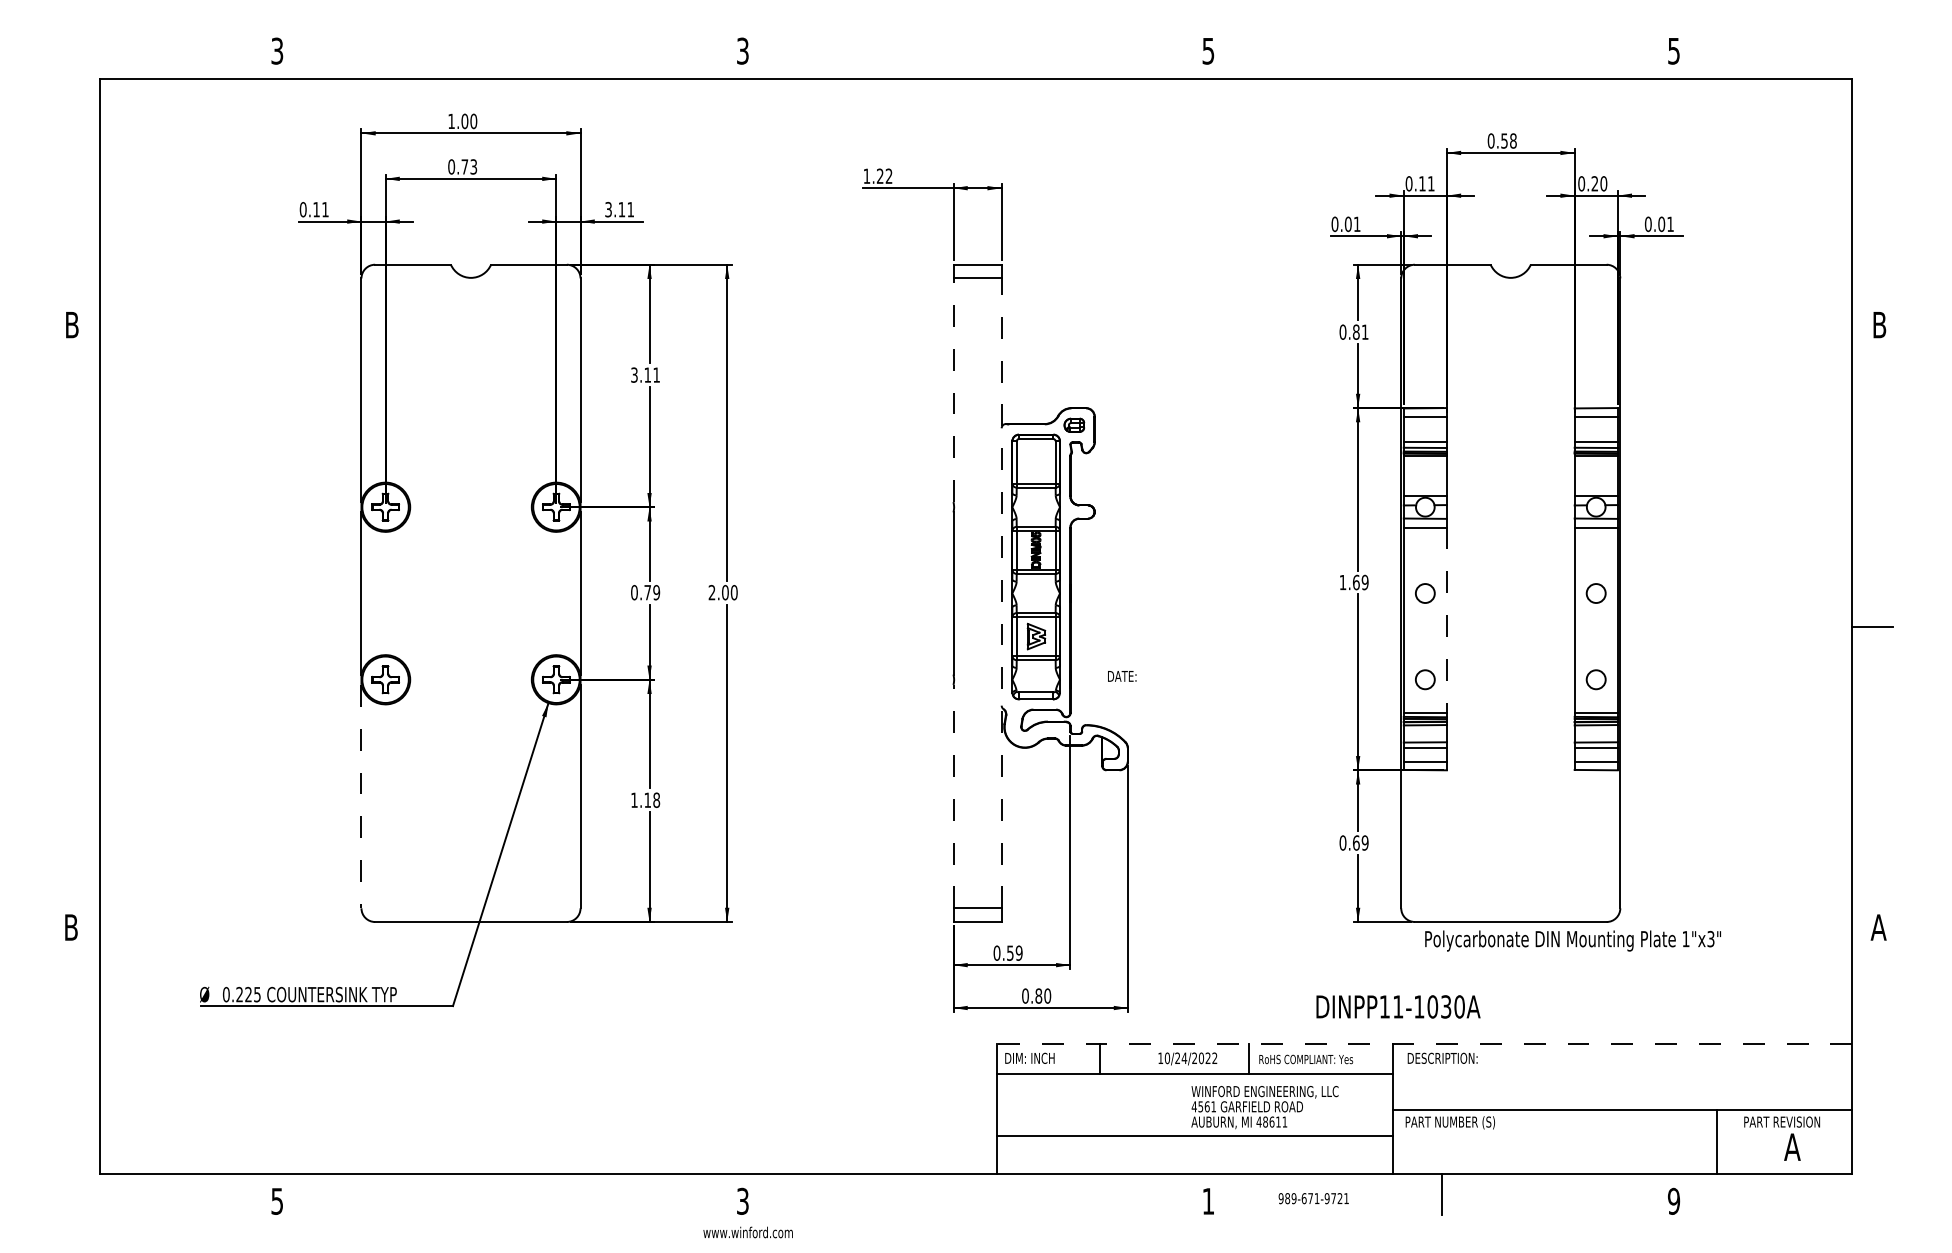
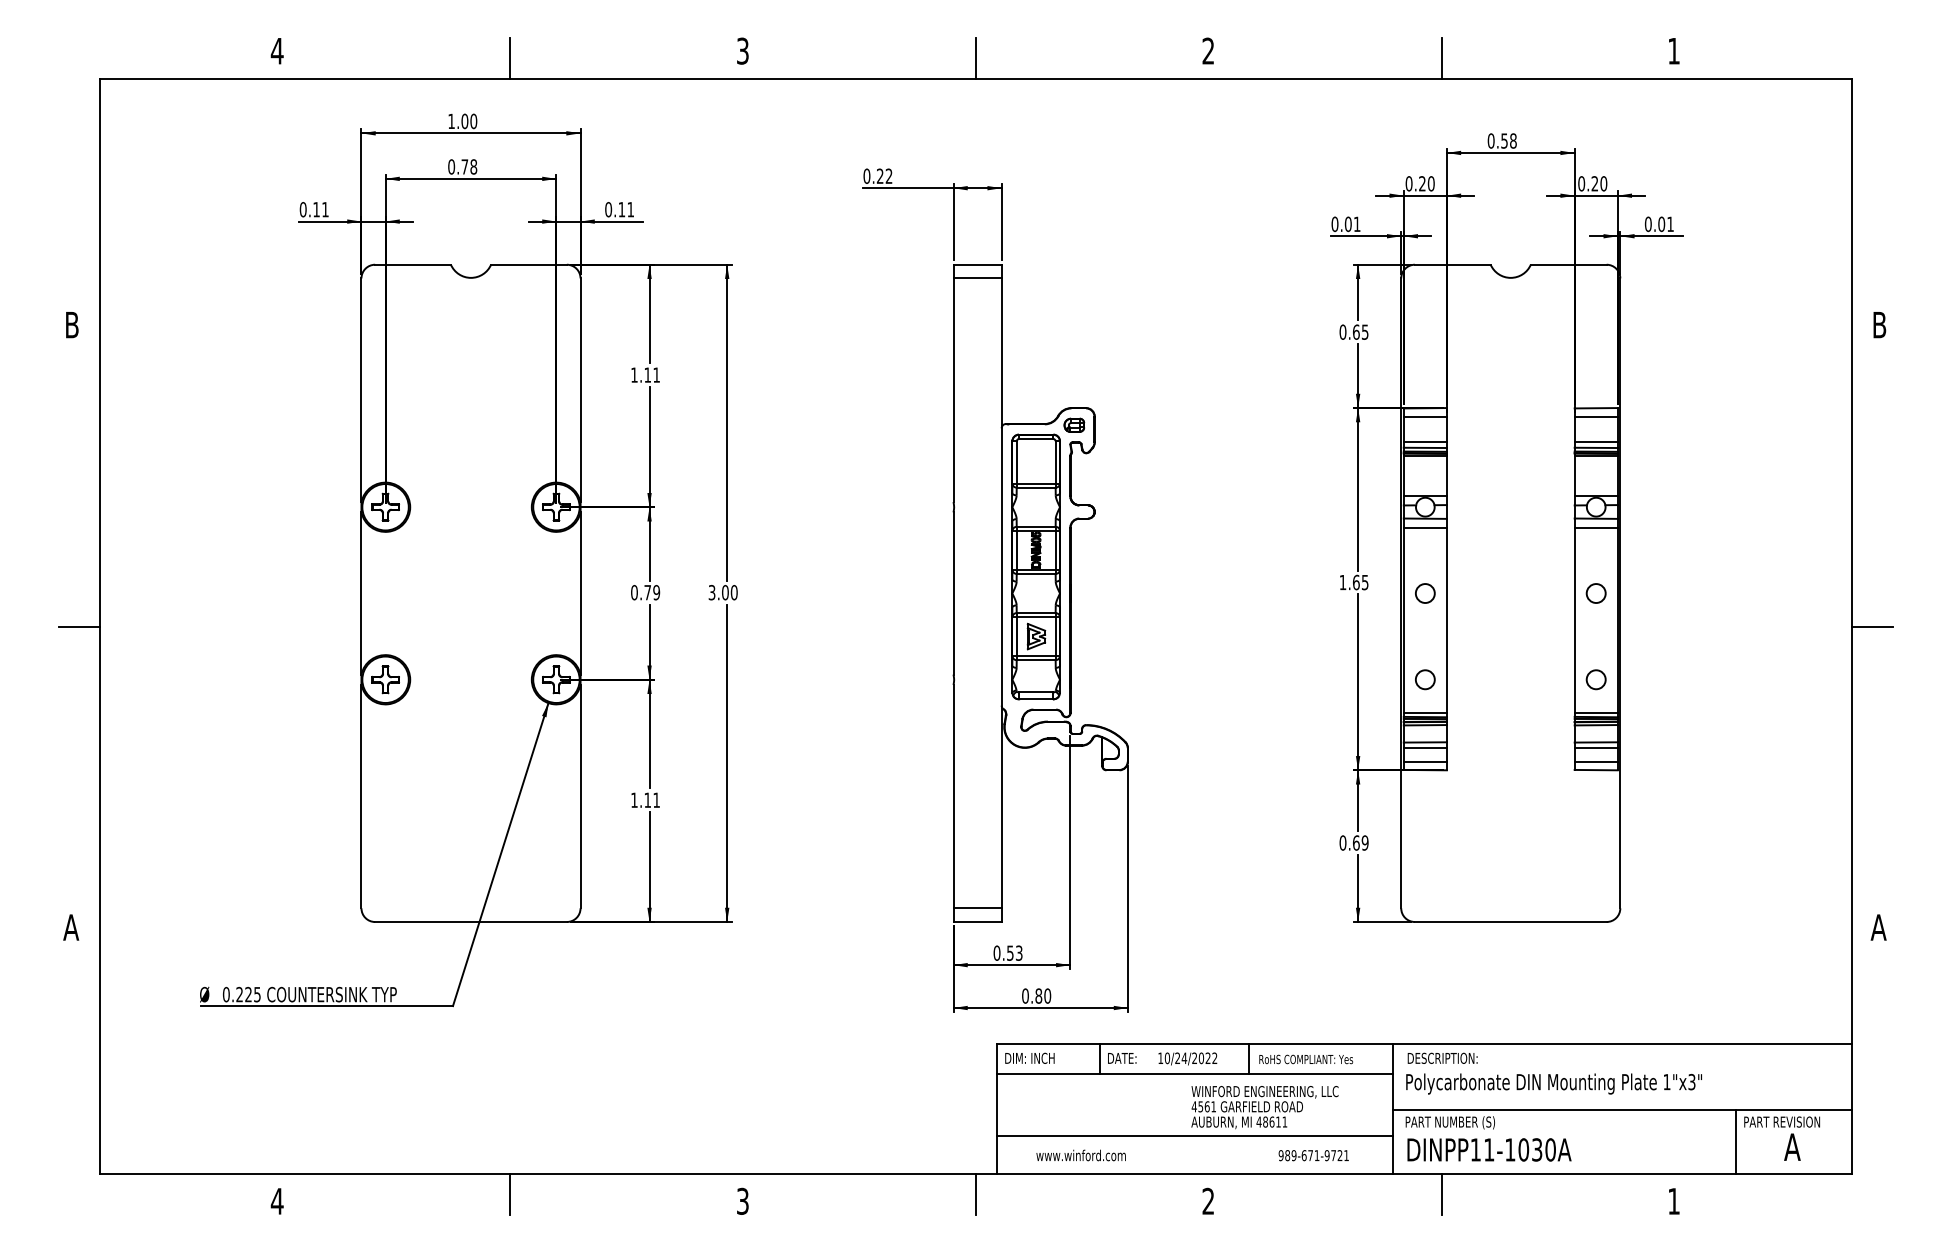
text at (276, 50): 3 -> 4
text at (1208, 50): 5 -> 2
text at (1673, 51): 5 -> 1
line at (510, 57): none -> present
line at (975, 57): none -> present
line at (1441, 57): none -> present
text at (473, 166): 0.73 -> 0.78
text at (866, 175): 1.22 -> 0.22
text at (1426, 183): 0.11 -> 0.20
text at (608, 209): 3.11 -> 0.11
text at (1360, 331): 0.81 -> 0.65
text at (634, 374): 3.11 -> 1.11
line at (953, 390): dashed -> solid
text at (1364, 581): 1.69 -> 1.65
text at (711, 592): 2.00 -> 3.00
line at (1001, 593): dashed -> solid
line at (1446, 620): dashed -> solid
line at (78, 626): none -> present
text at (1122, 676) position: (1122, 676) -> (1122, 1058)
line at (361, 796): dashed -> solid
line at (953, 796): dashed -> solid
text at (656, 799): 1.18 -> 1.11
text at (71, 927): B -> A
text at (1572, 940) position: (1572, 940) -> (1553, 1083)
text at (1018, 952): 0.59 -> 0.53
text at (1398, 1006) position: (1398, 1006) -> (1489, 1149)
line at (1424, 1044): dashed -> solid
line at (1716, 1141) position: (1716, 1141) -> (1735, 1141)
line at (510, 1194): none -> present
line at (975, 1194): none -> present
text at (1313, 1198) position: (1313, 1198) -> (1313, 1155)
text at (1207, 1200): 1 -> 2
text at (1674, 1200): 9 -> 1
text at (276, 1201): 5 -> 4
text at (747, 1232) position: (747, 1232) -> (1080, 1155)
